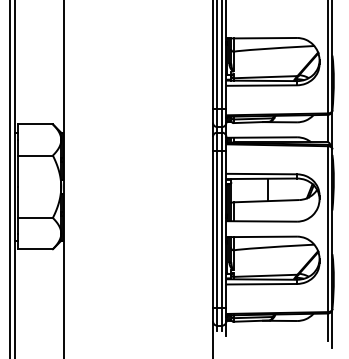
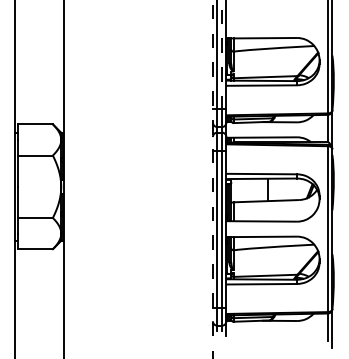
line at (221, 55): solid -> dashed
line at (9, 178): present -> none
line at (212, 179): solid -> dashed
